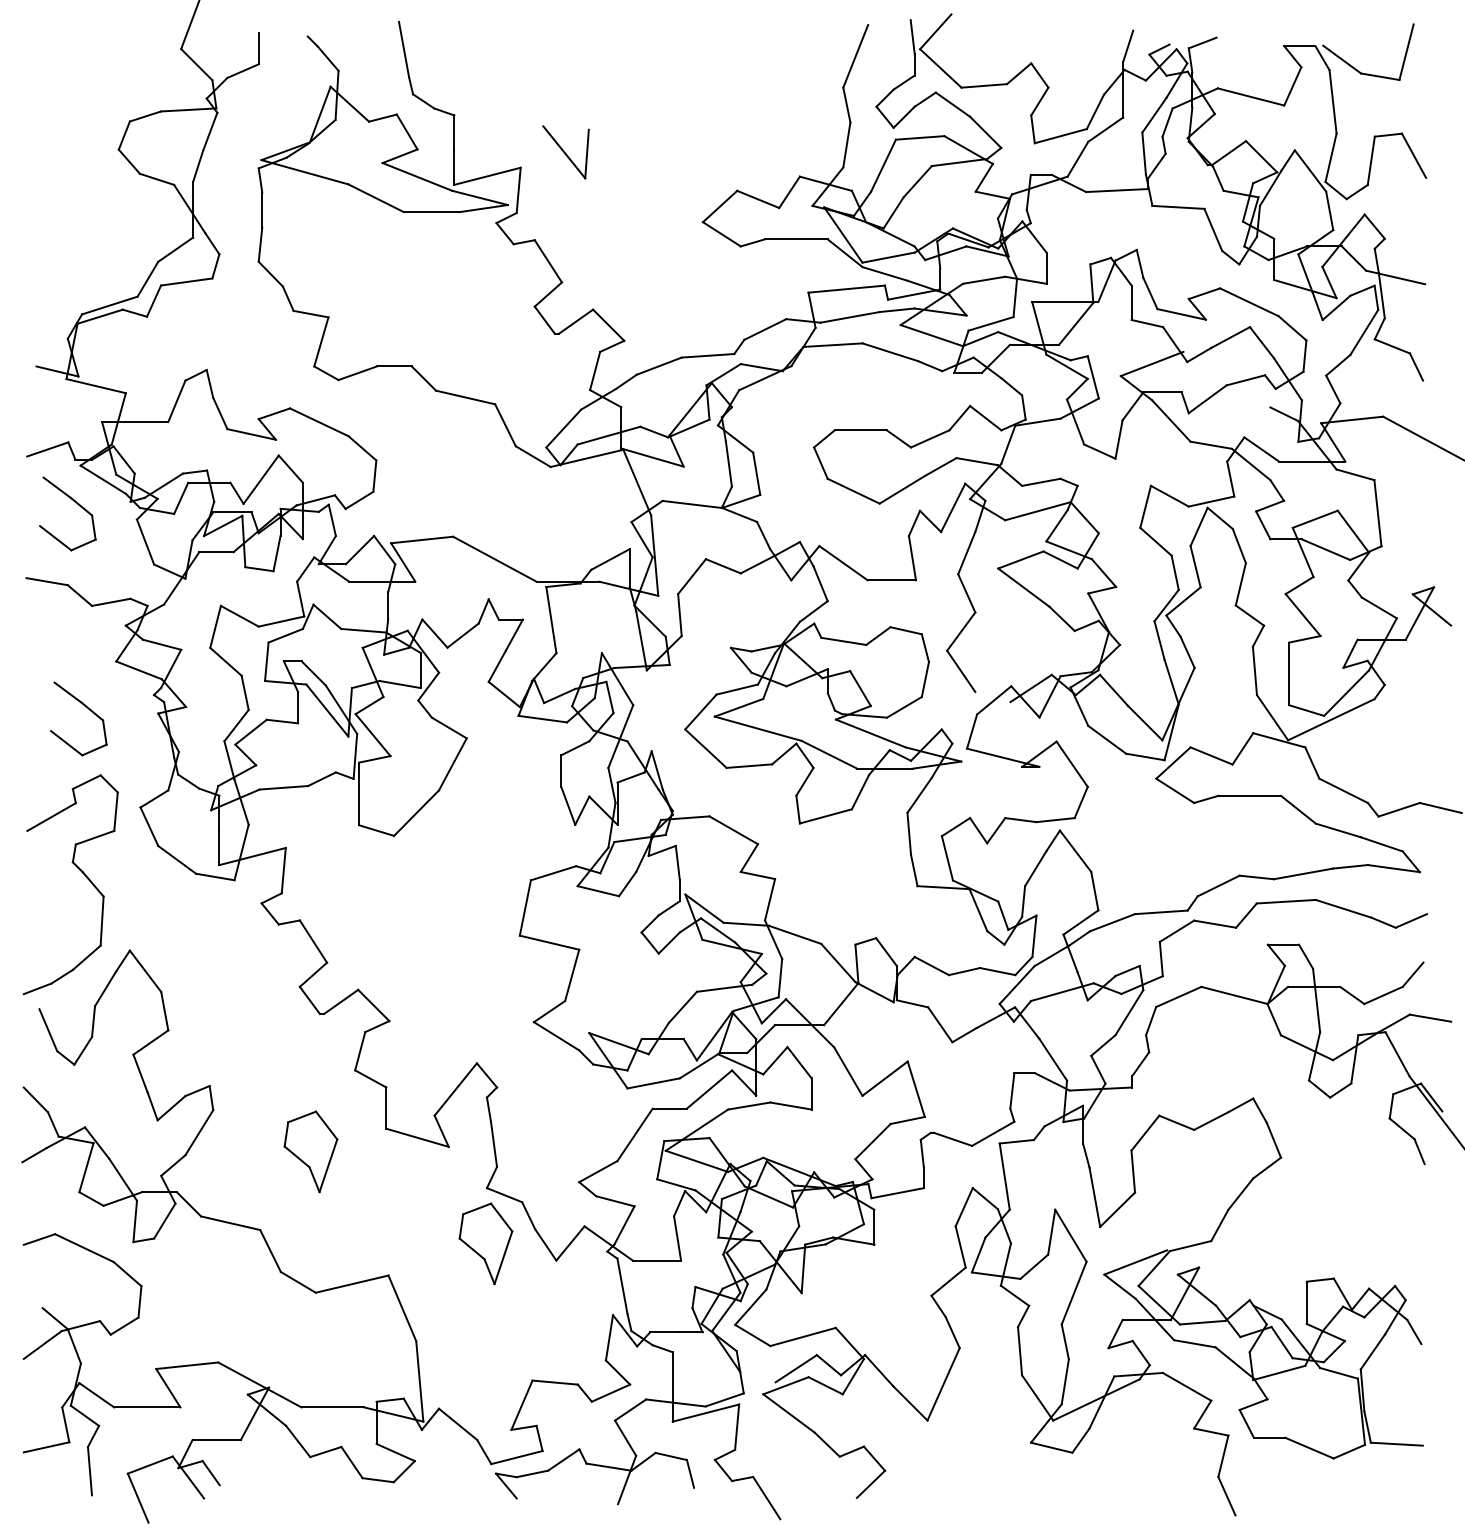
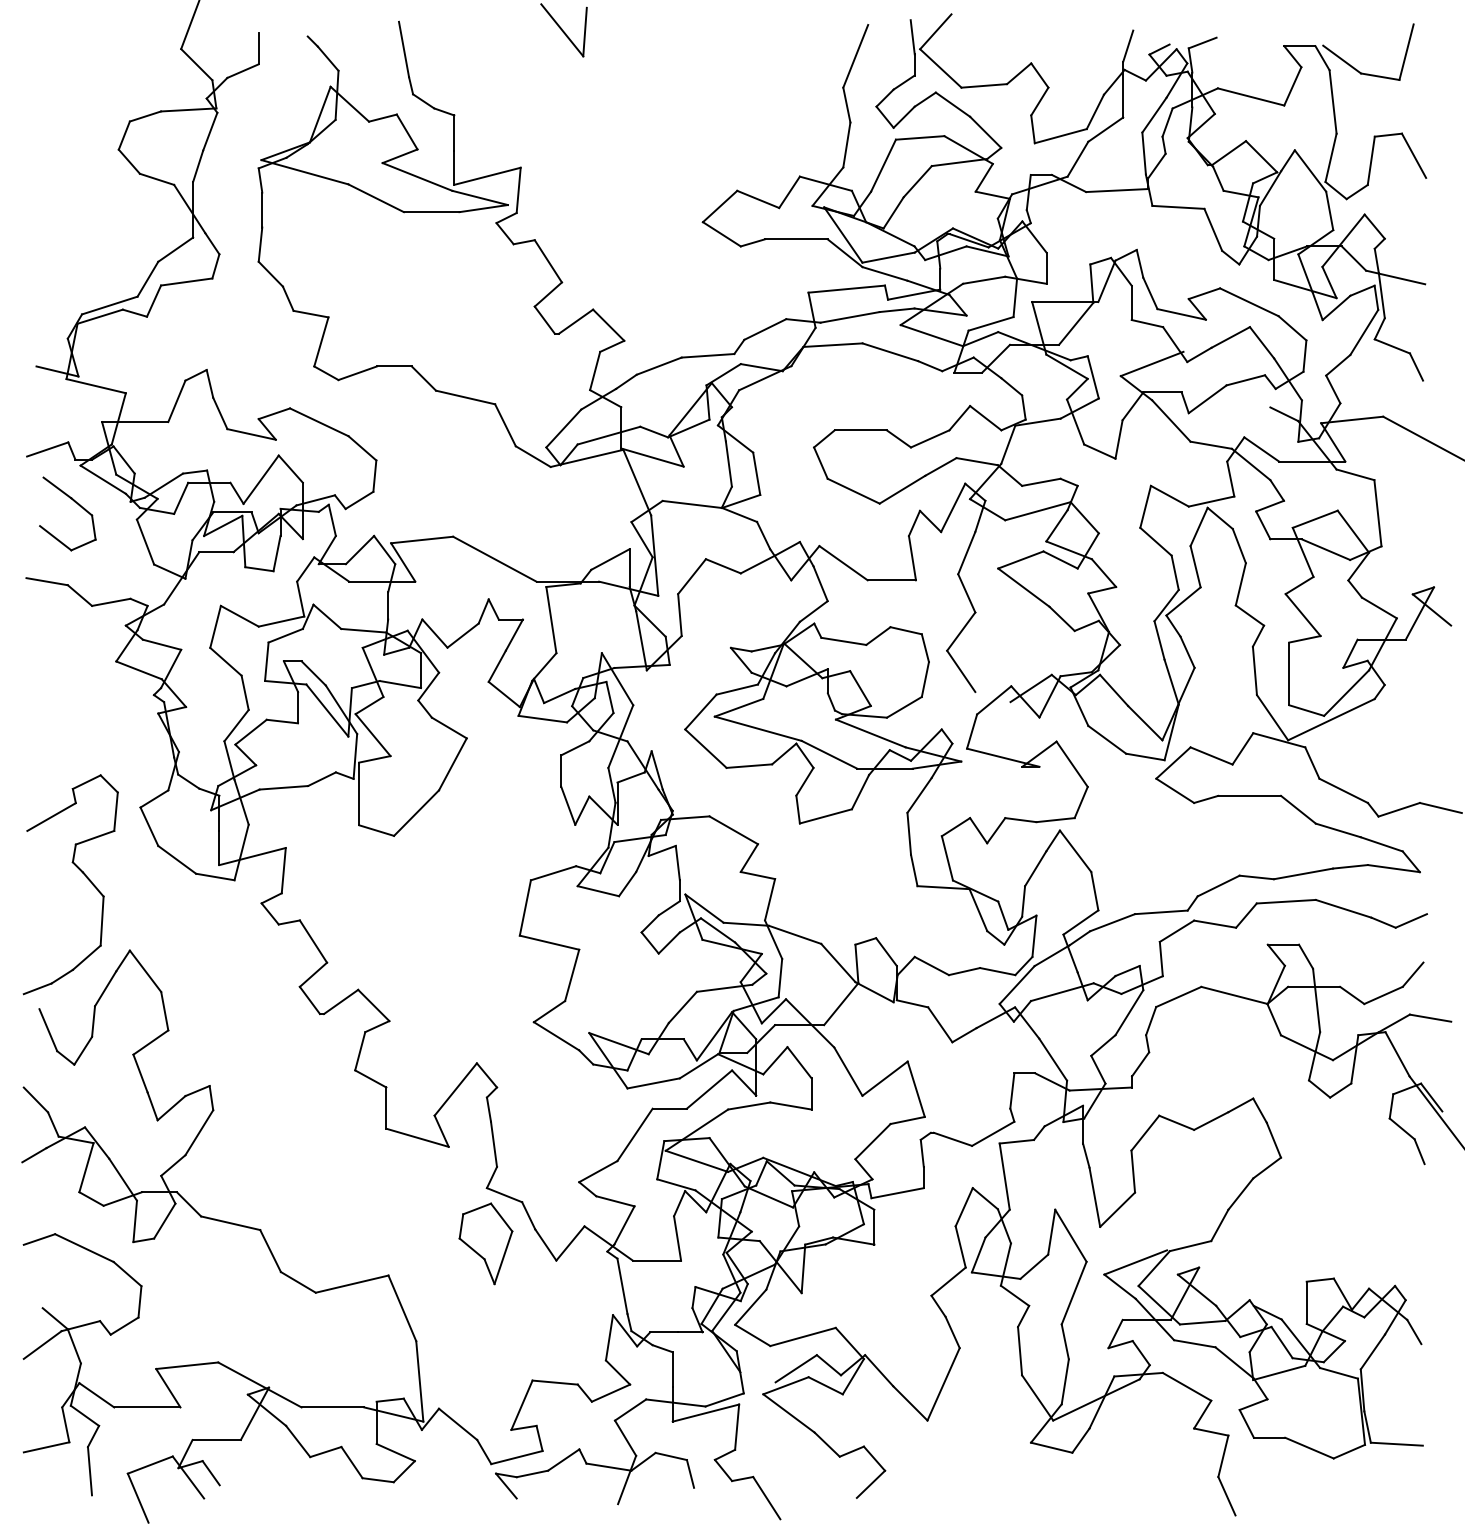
part at (565, 152) position: (565, 152) -> (563, 30)
part at (85, 707): present -> none
part at (310, 1151): present -> none
